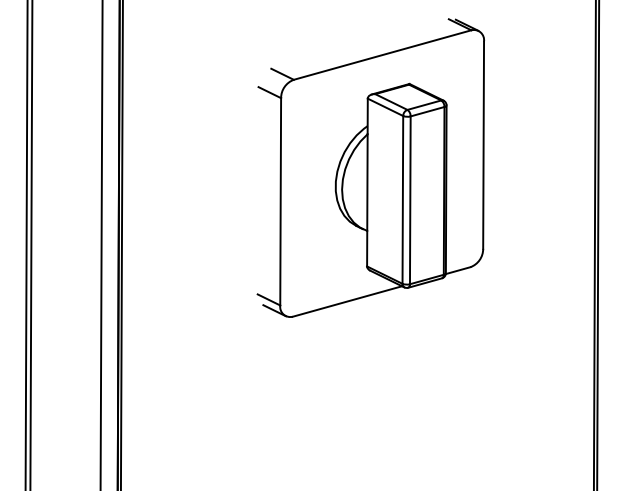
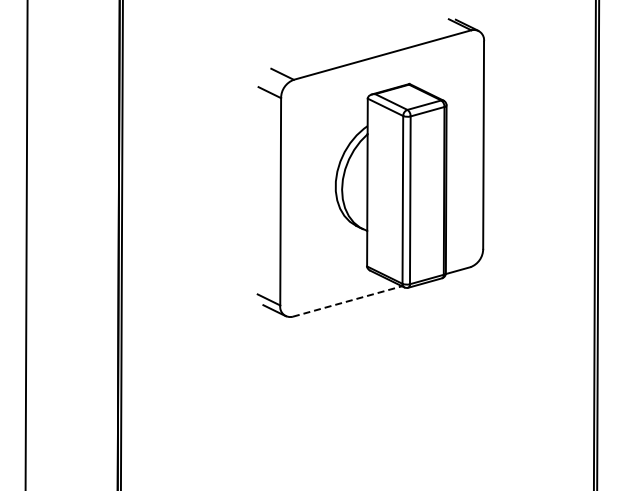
line at (31, 244): present -> none
line at (101, 244): present -> none
line at (347, 301): solid -> dashed
